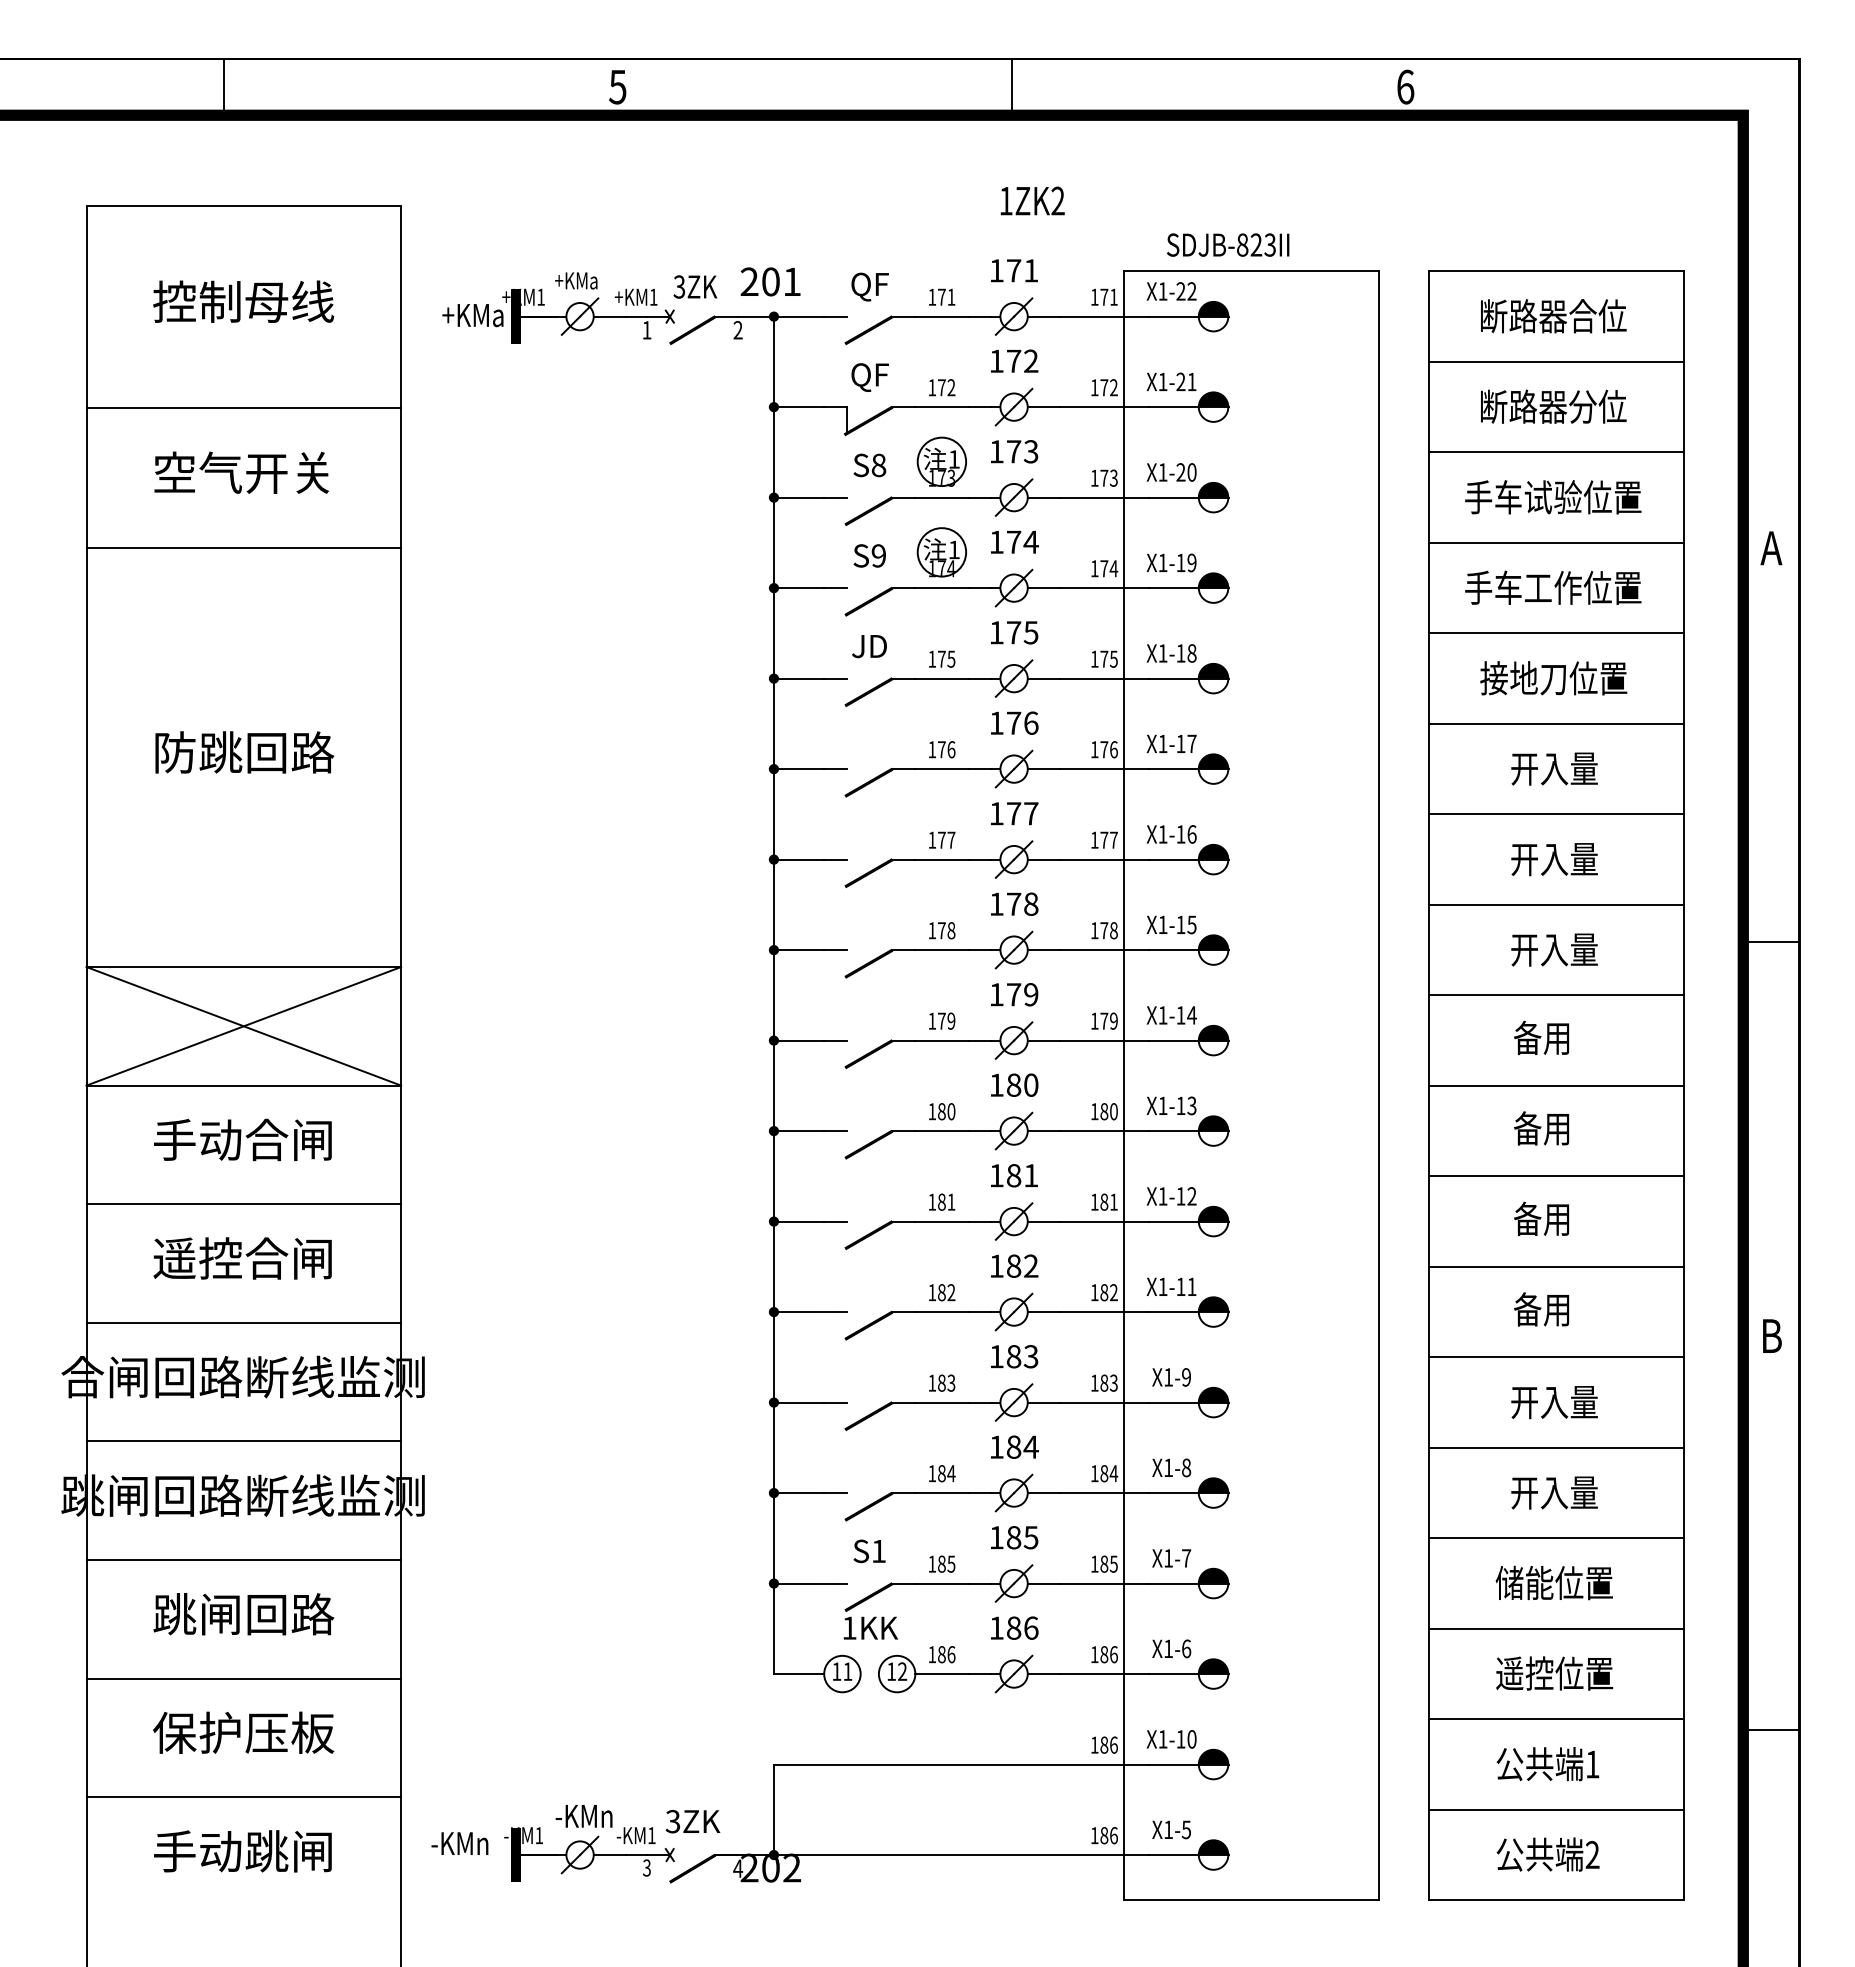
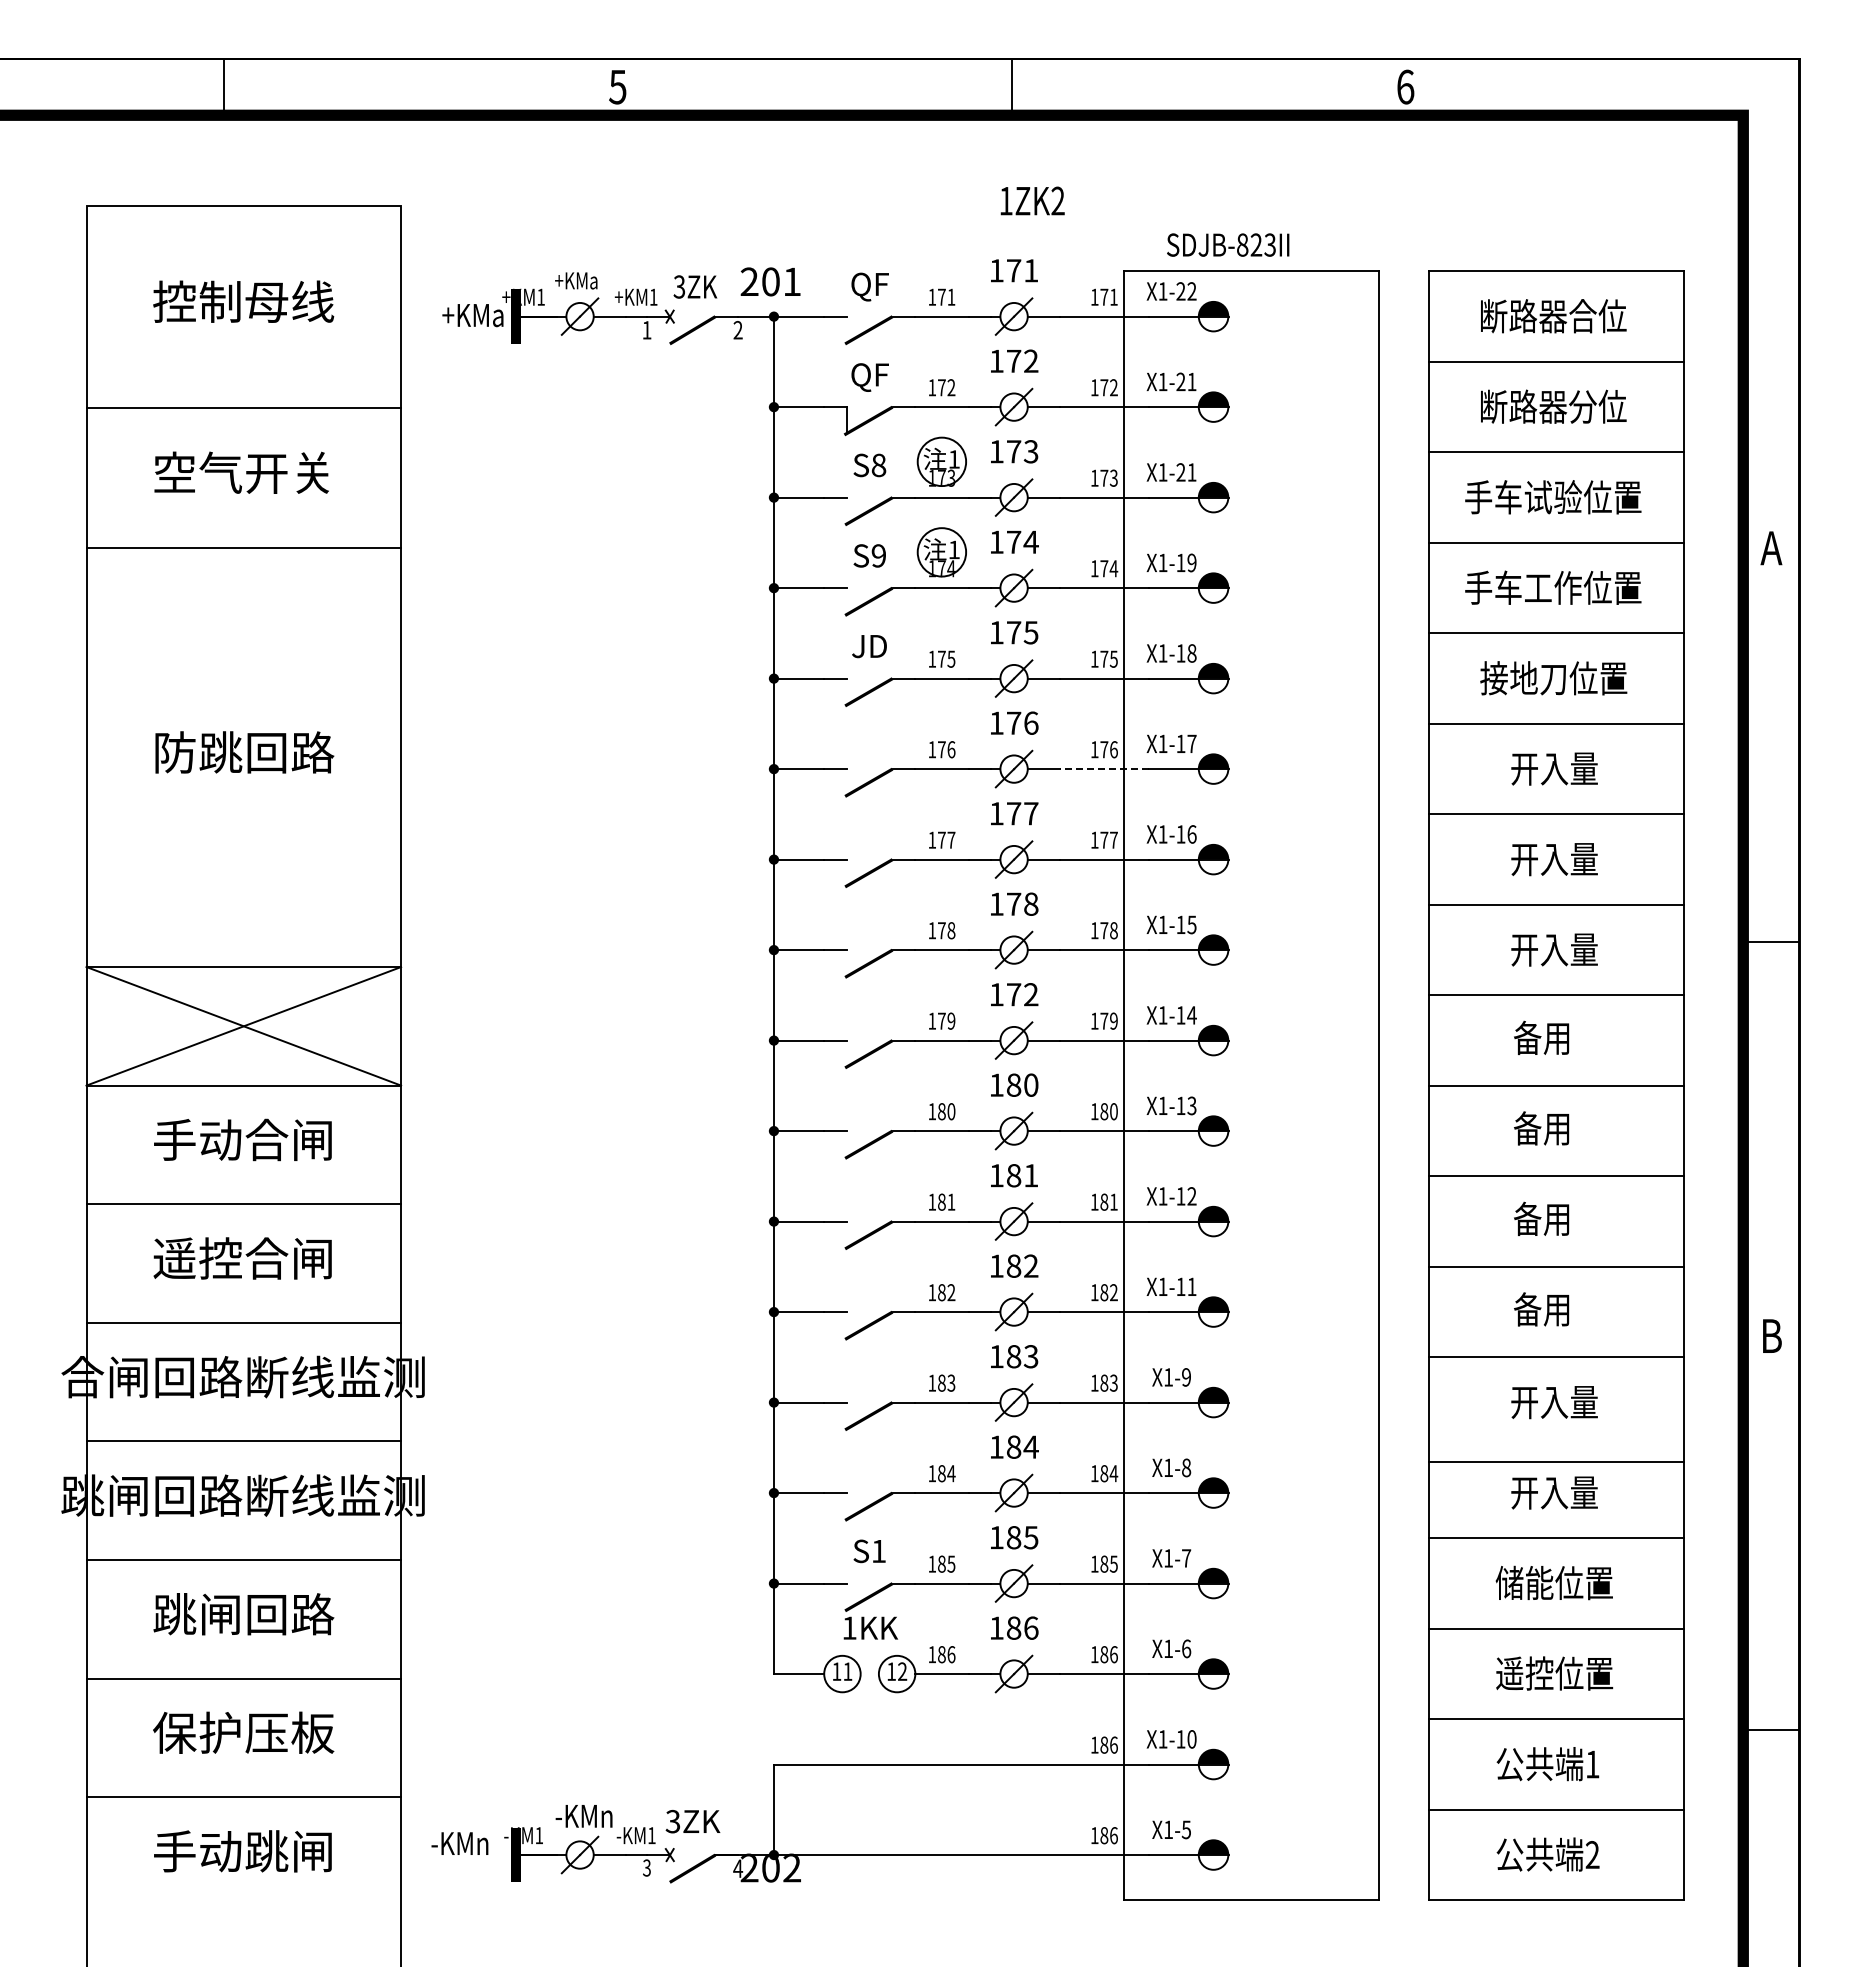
text at (1191, 472): X1-20 -> X1-21
line at (1104, 769): solid -> dashed
text at (1031, 994): 179 -> 172
line at (1556, 1447) position: (1556, 1447) -> (1556, 1461)
